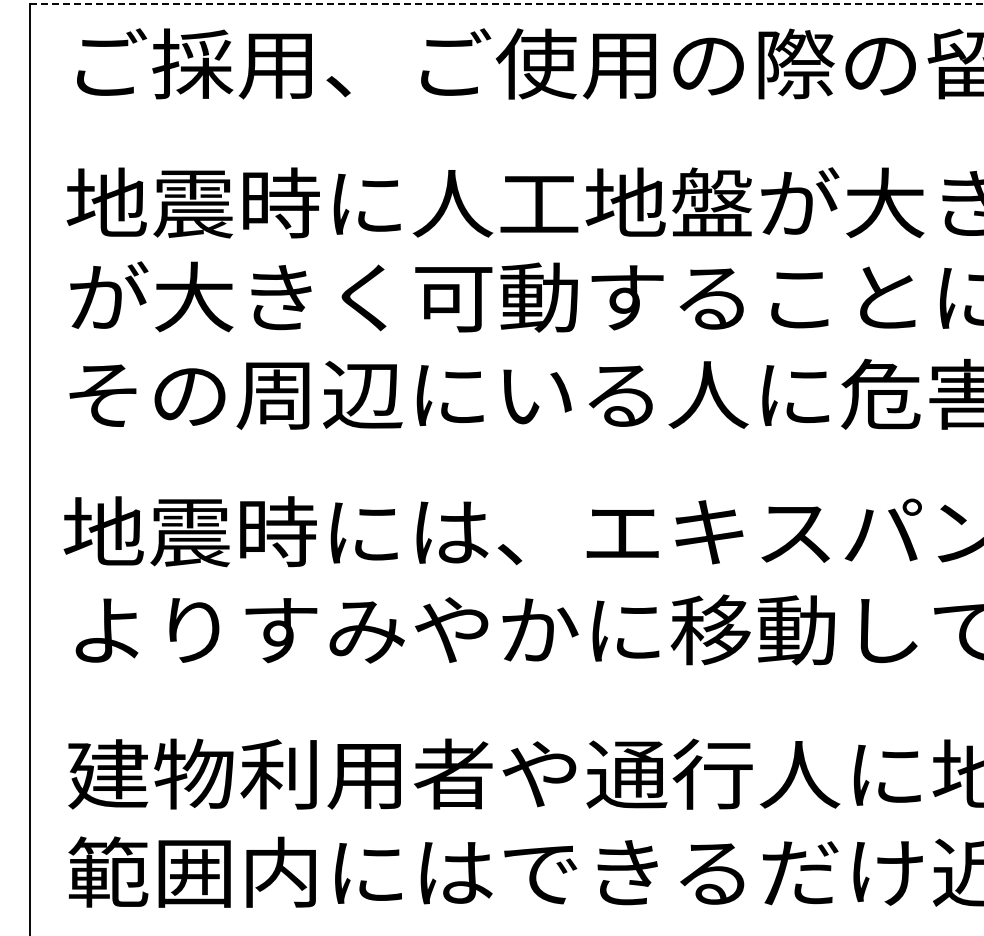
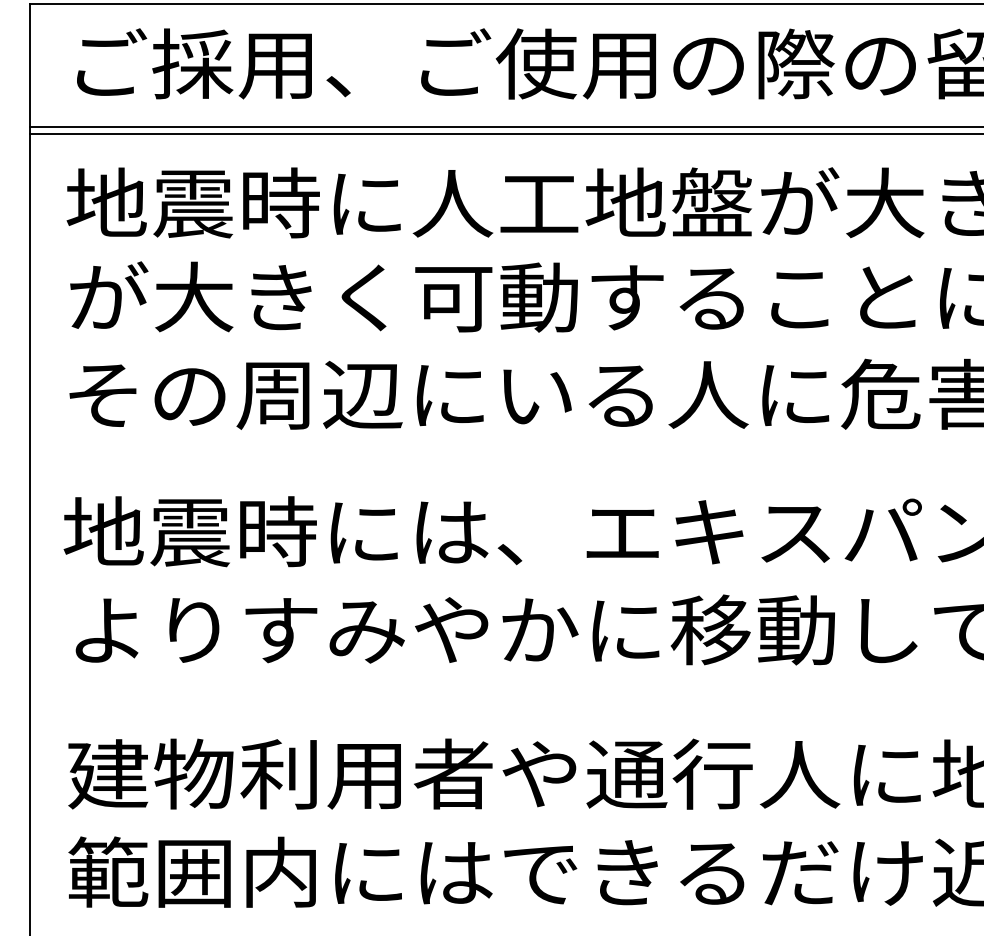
line at (506, 3): dashed -> solid
line at (504, 126): none -> present
line at (504, 134): none -> present
